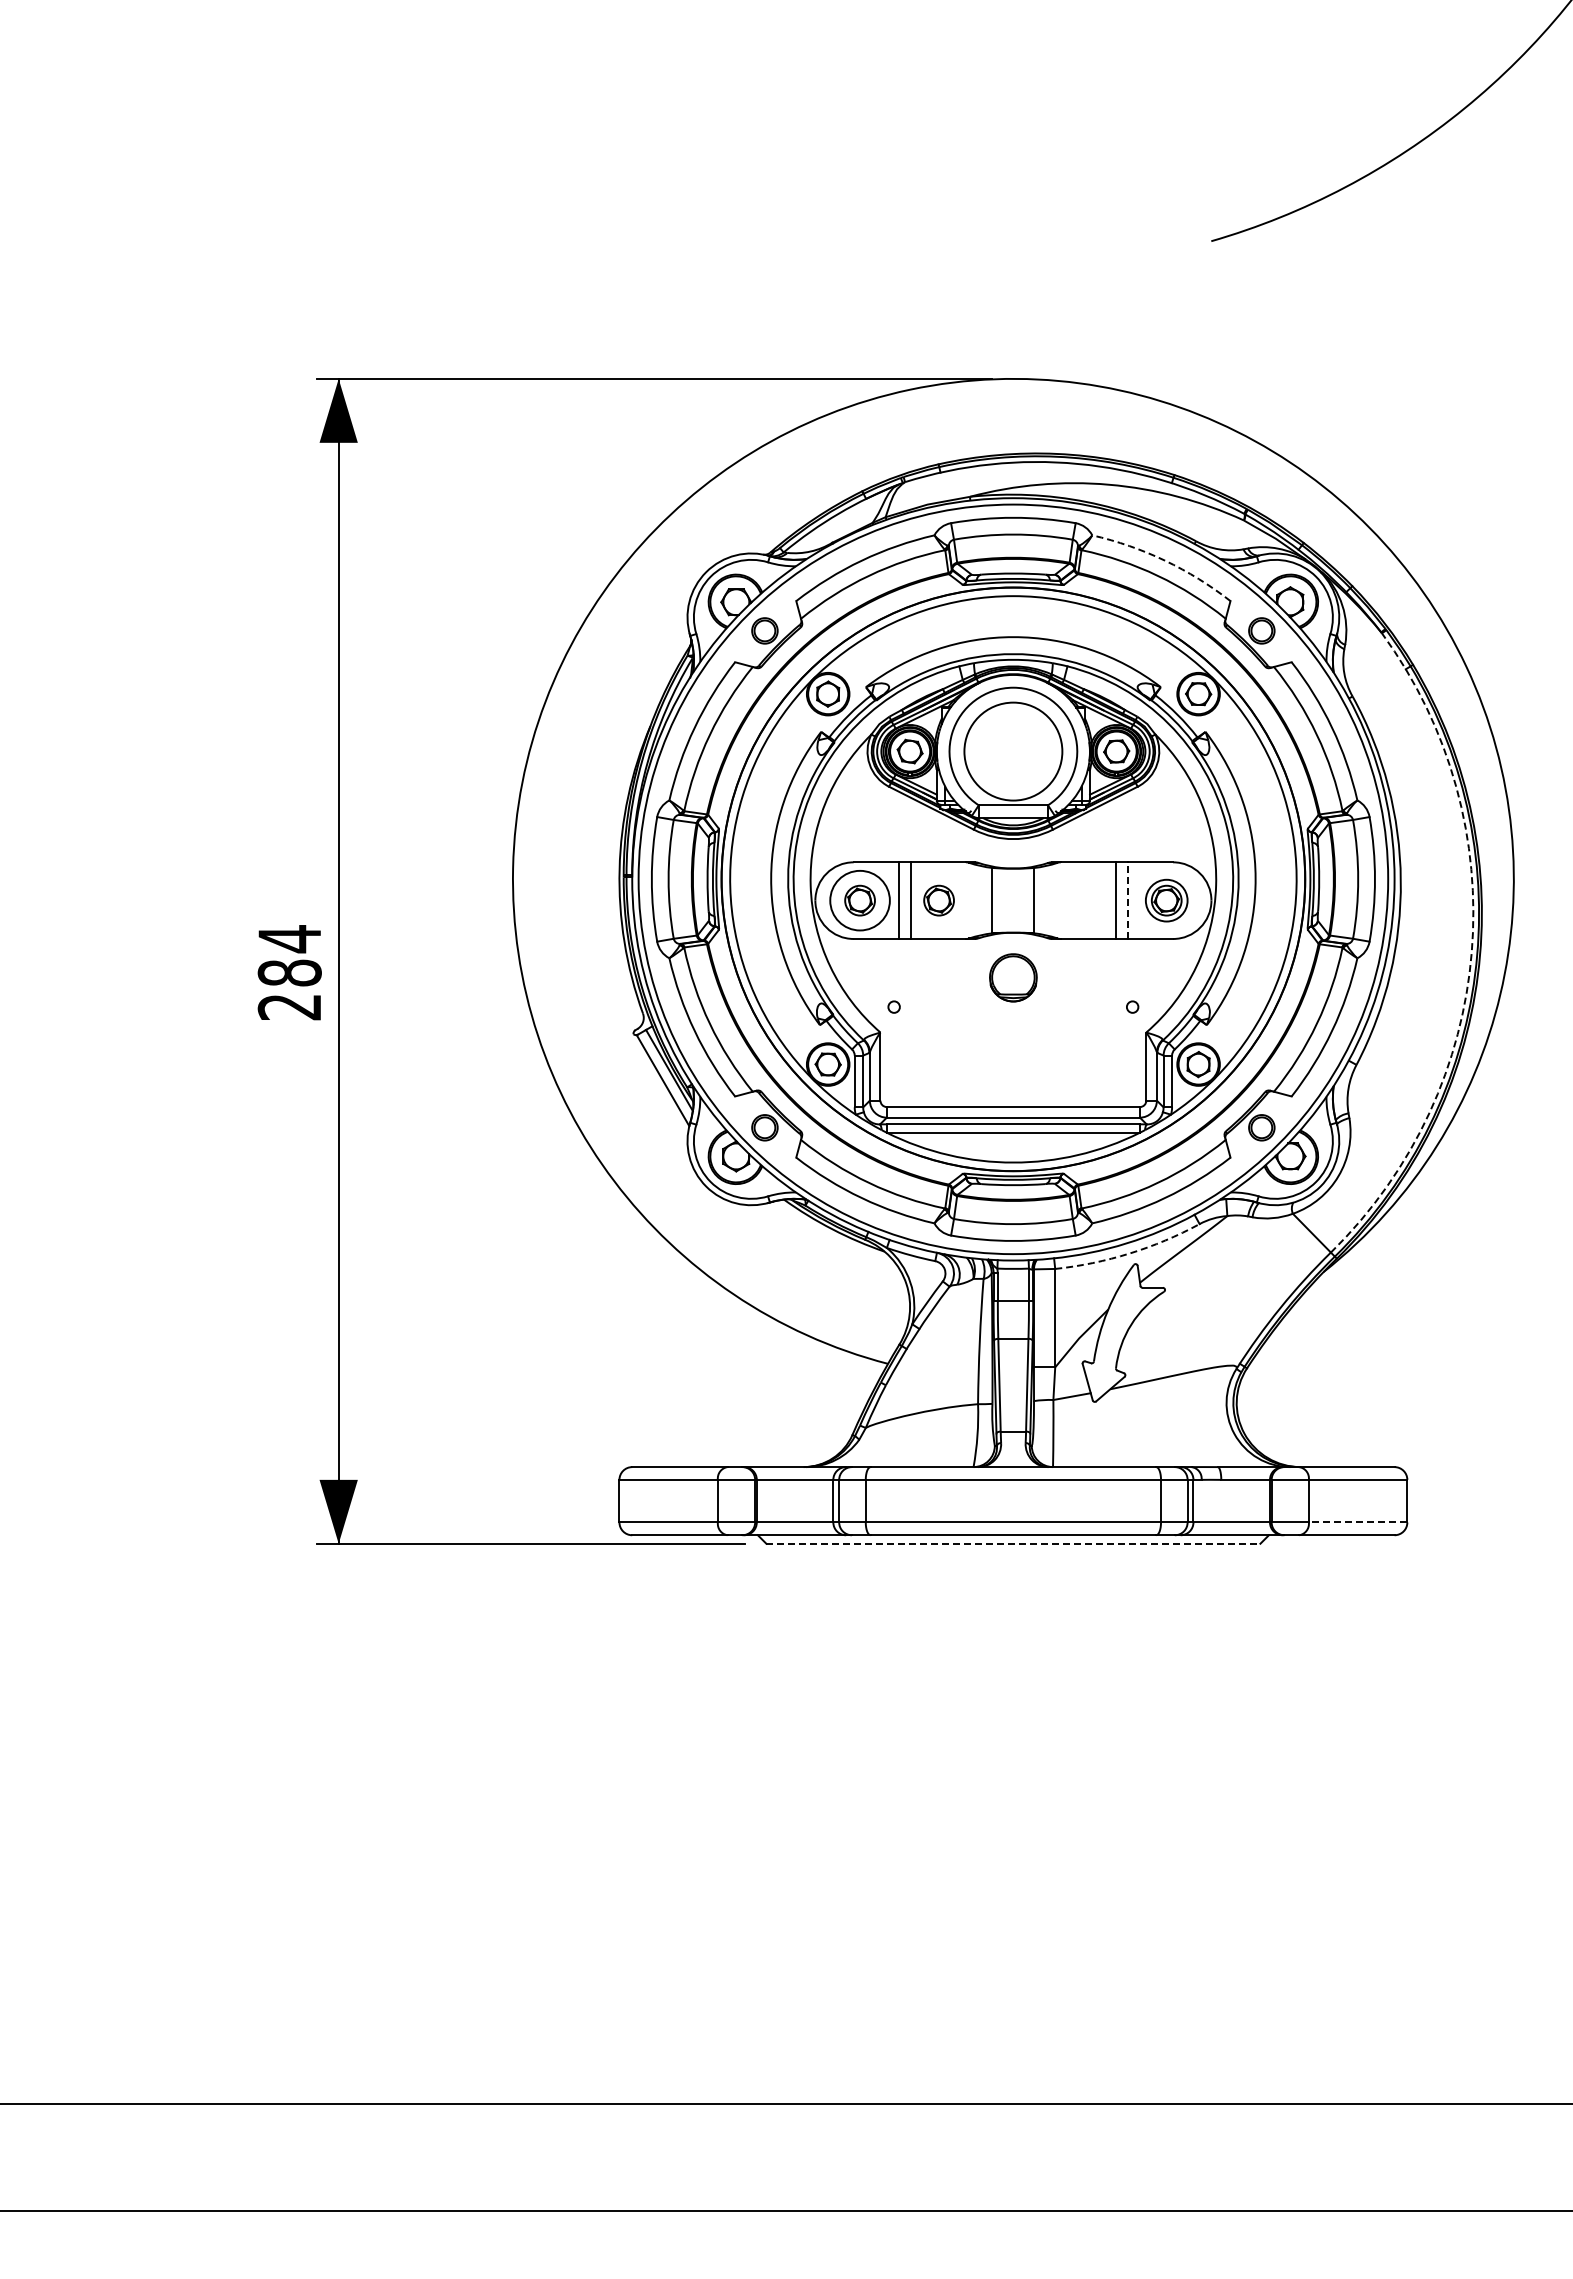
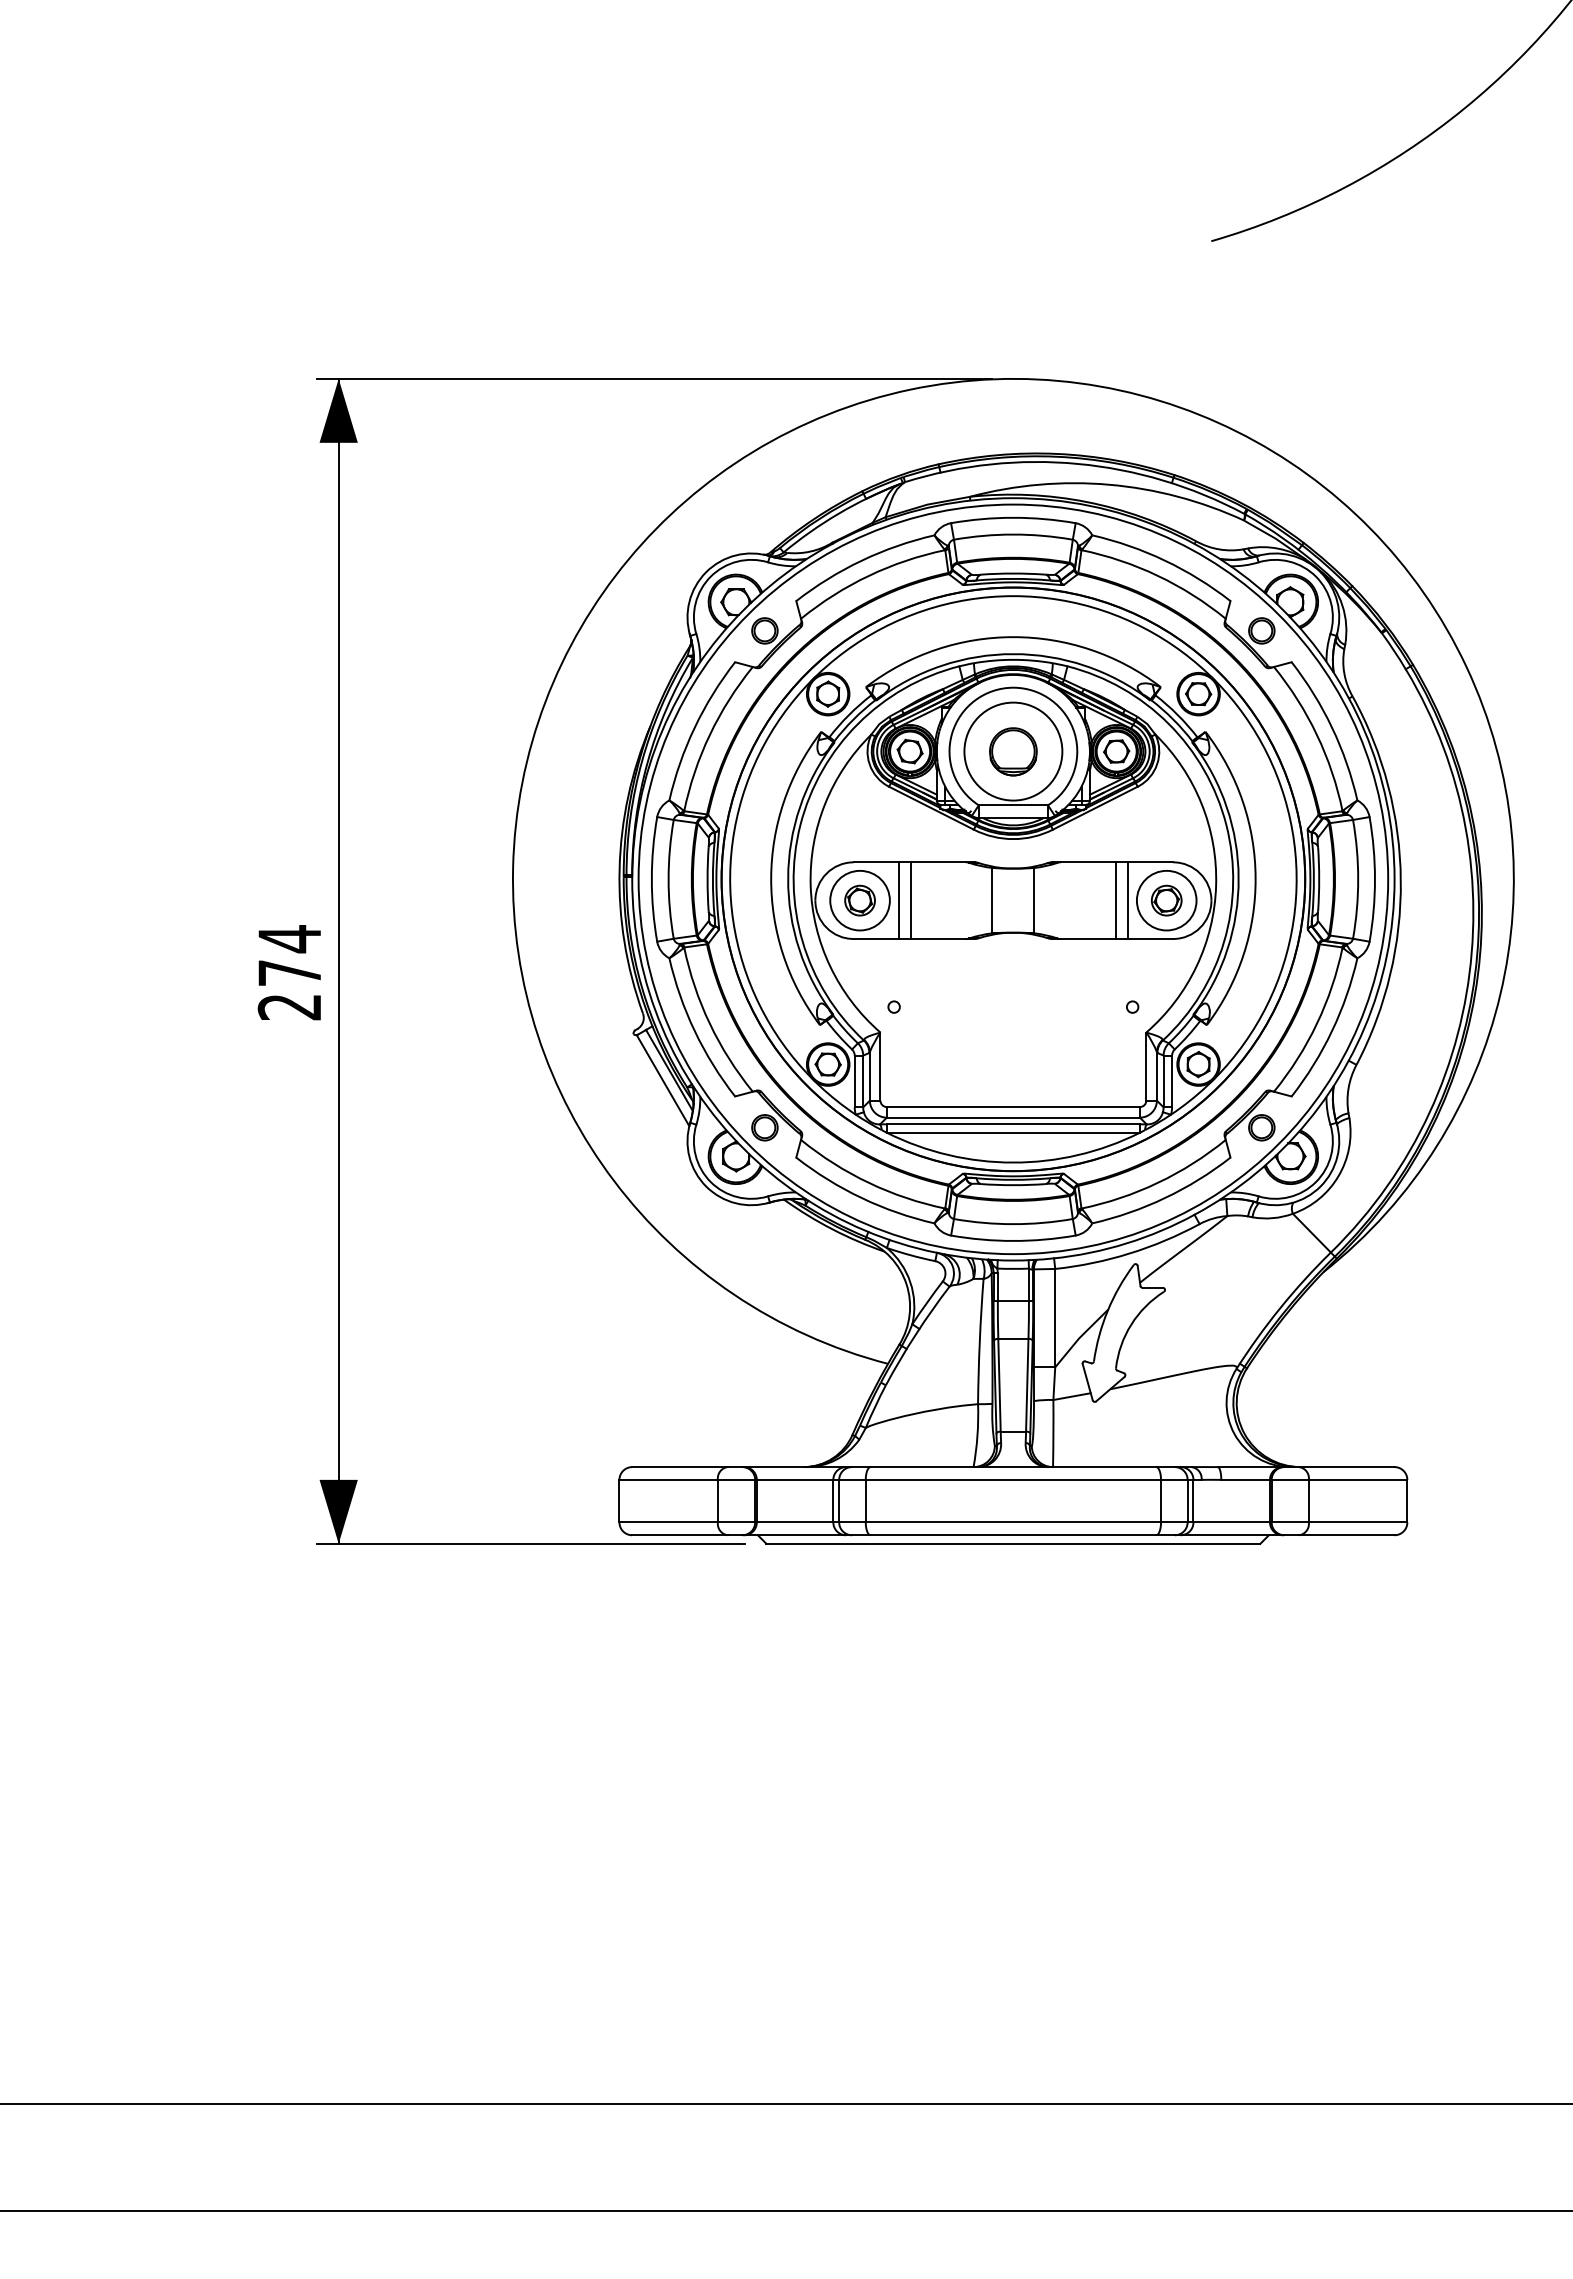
arc at (1165, 560): dashed -> solid
part at (938, 900): present -> none
line at (1127, 900): dashed -> solid
circle at (1166, 900) diameter: 42 px -> 60 px
arc at (1471, 952): dashed -> solid
text at (289, 972): 284 -> 274
part at (1013, 977) position: (1013, 977) -> (1013, 751)
arc at (1129, 1253): dashed -> solid
line at (1357, 1522): dashed -> solid
line at (1013, 1543): dashed -> solid
